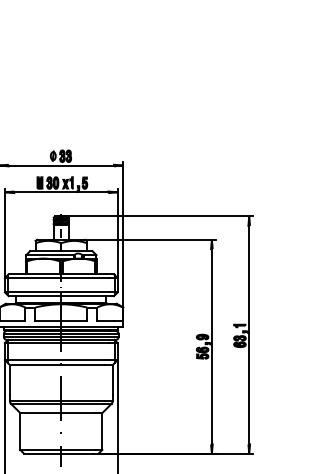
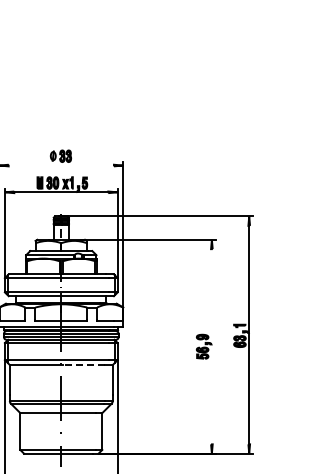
line at (60, 165): present -> none
line at (211, 346): present -> none
line at (83, 364): solid -> dashed
